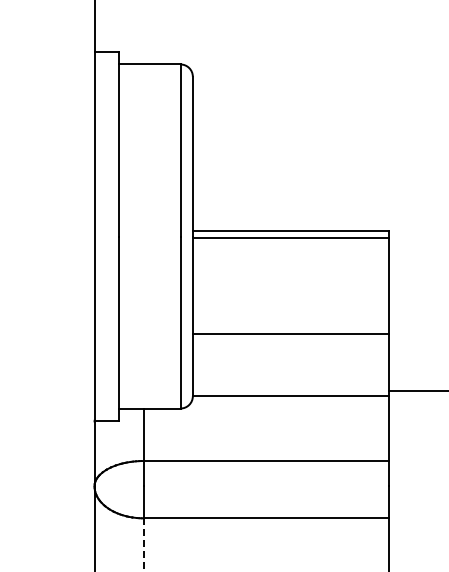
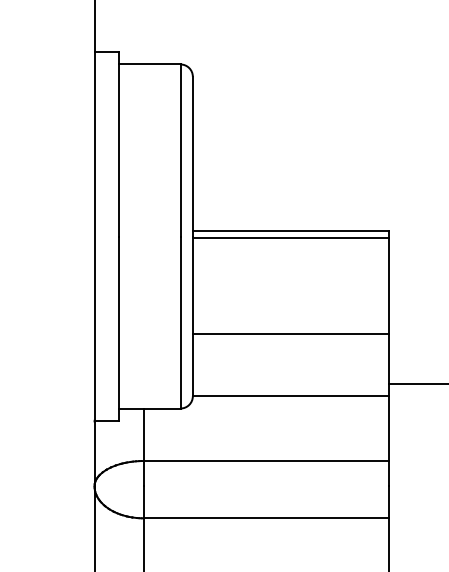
line at (417, 390) position: (417, 390) -> (417, 383)
line at (143, 545): dashed -> solid
